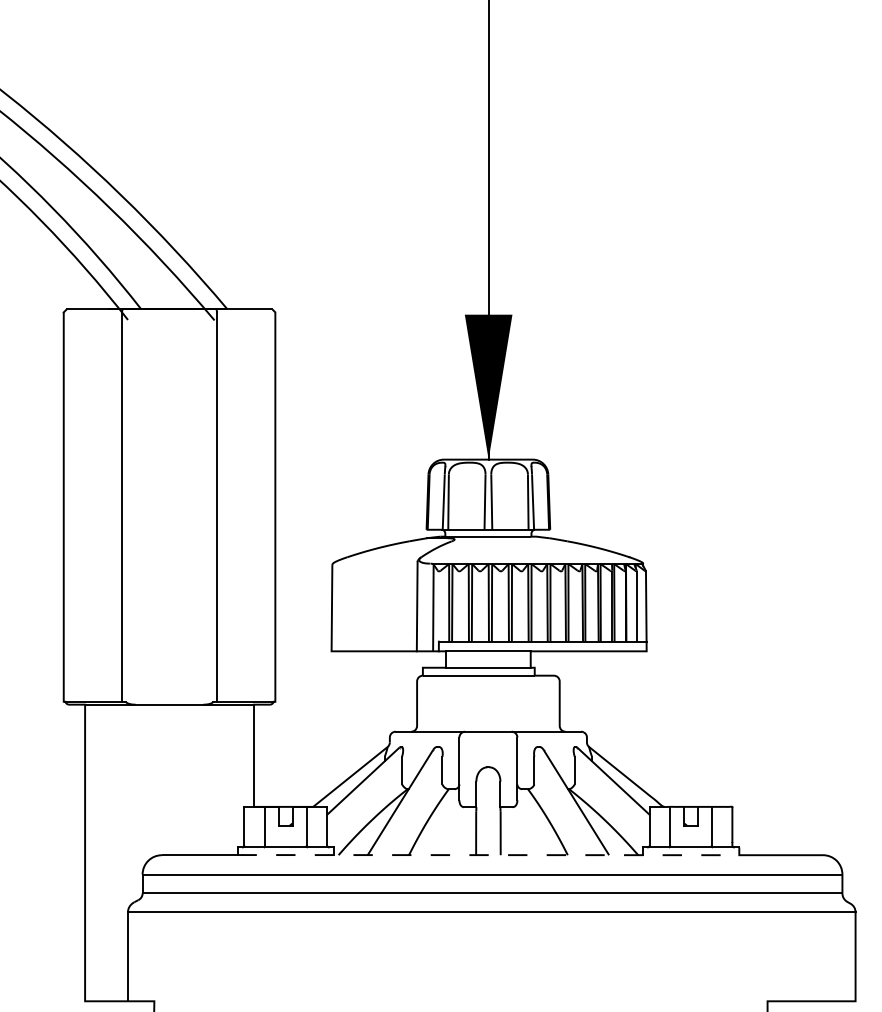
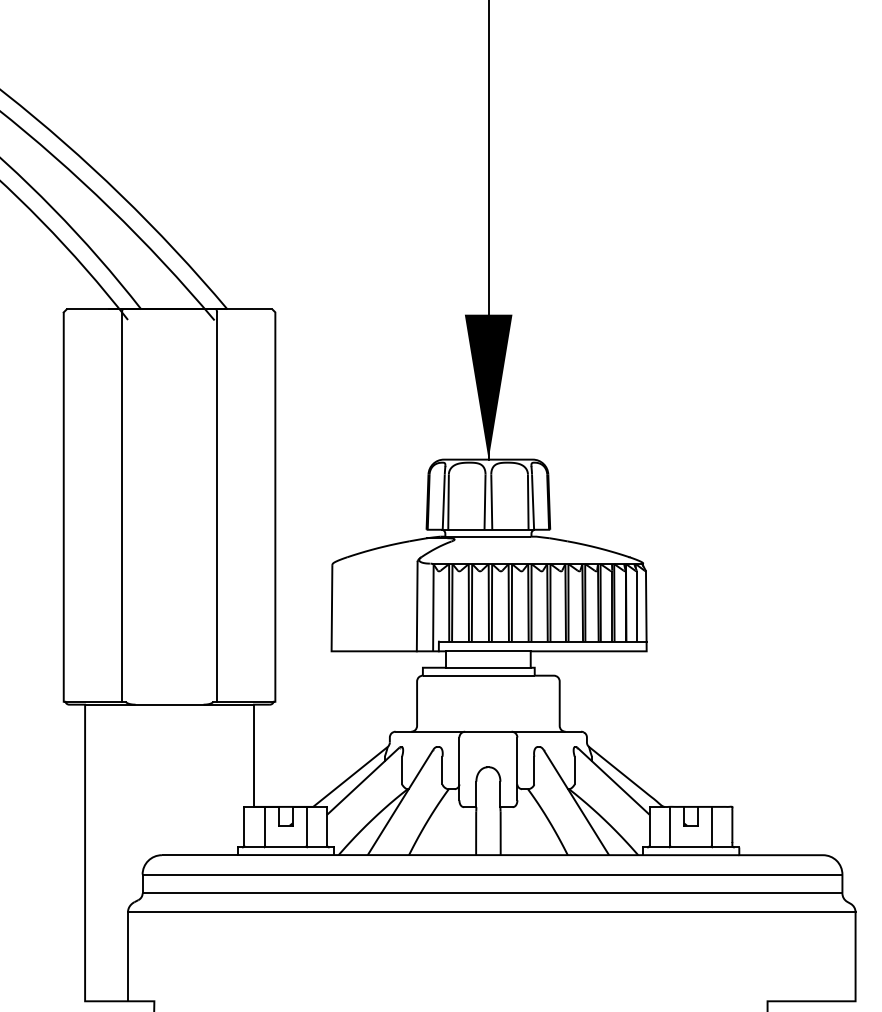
line at (488, 855): dashed -> solid
